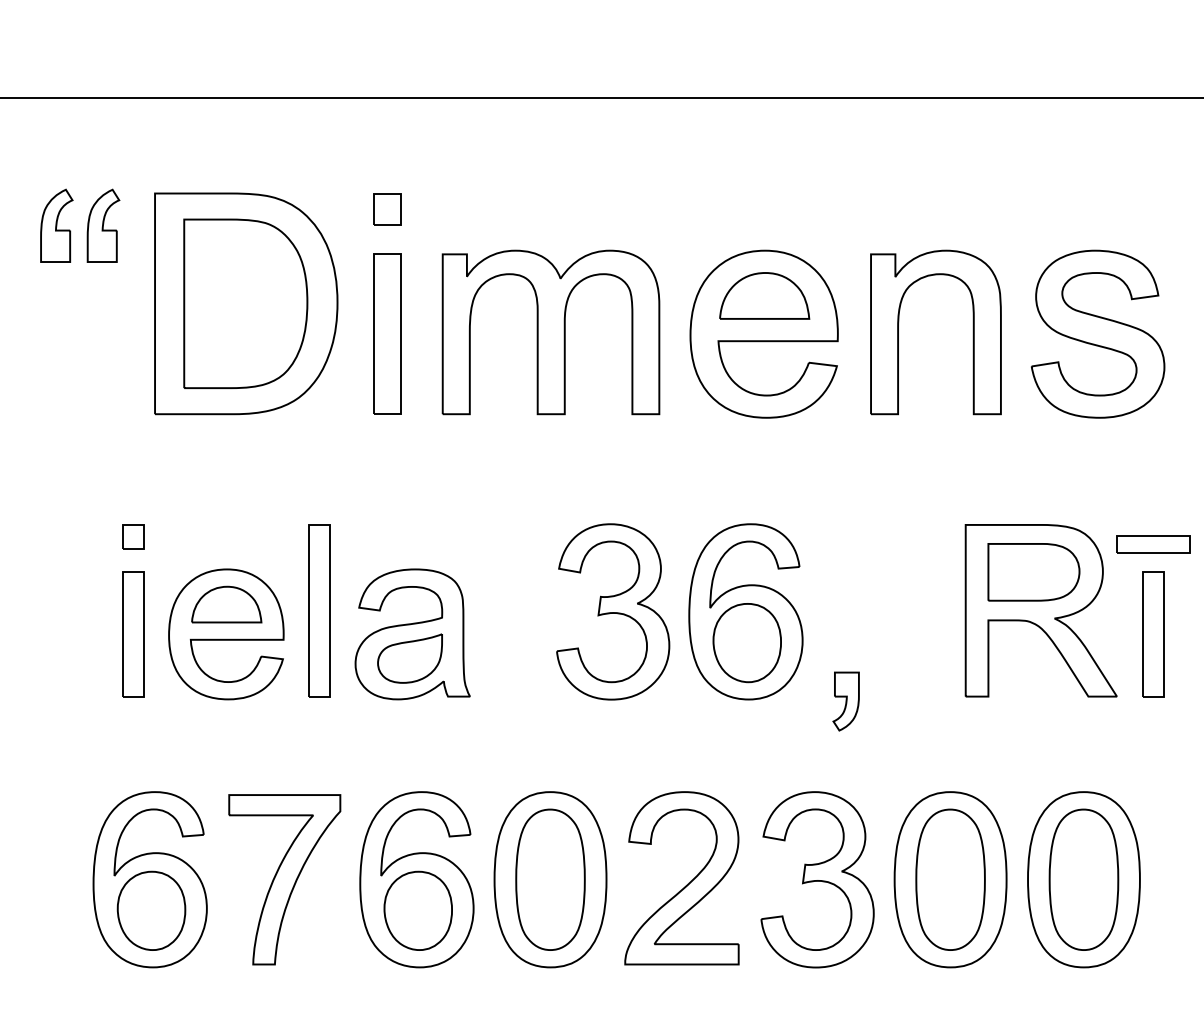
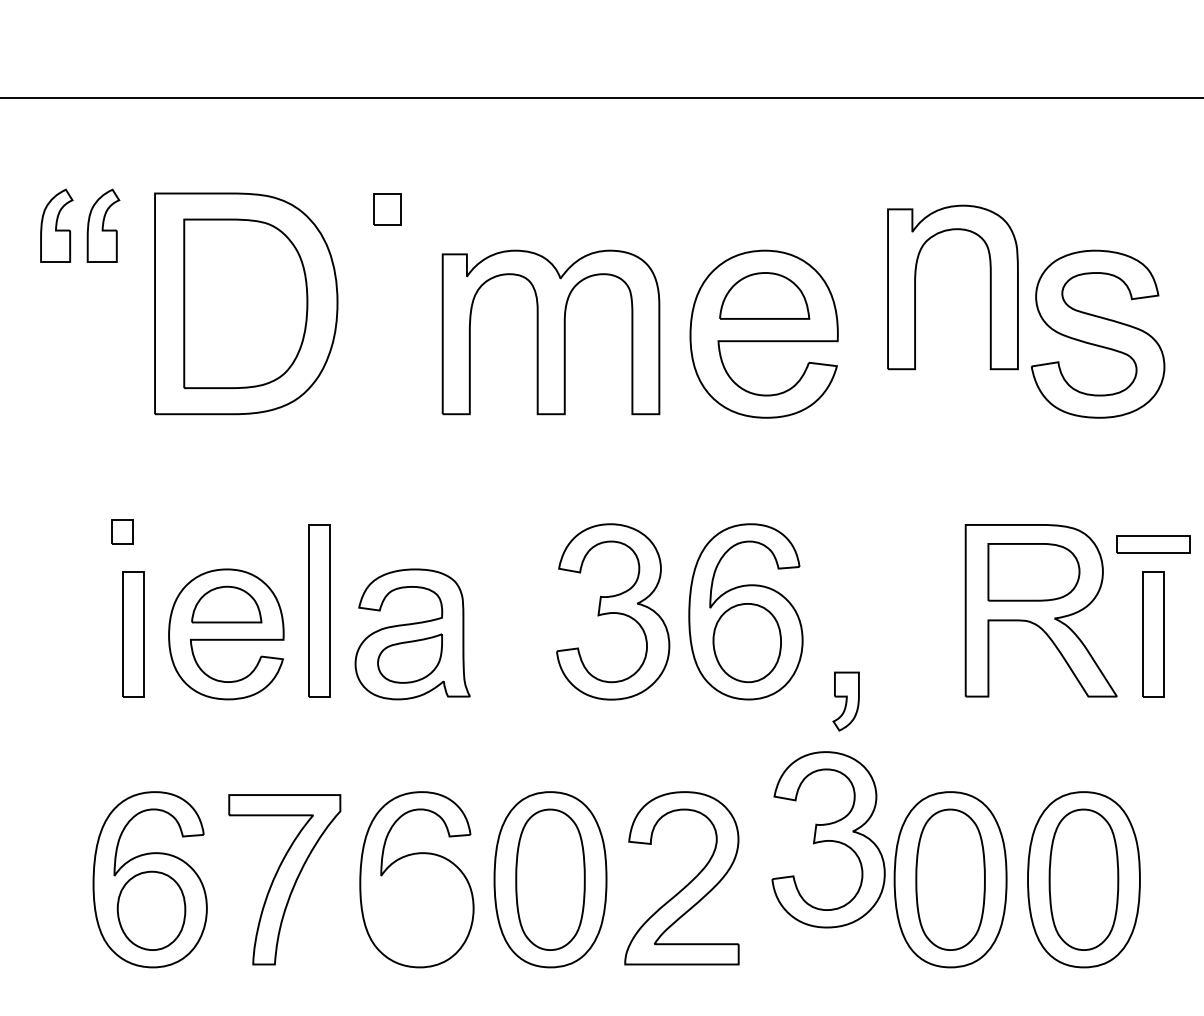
part at (898, 332) position: (898, 332) -> (915, 287)
part at (387, 333): present -> none
part at (133, 536) position: (133, 536) -> (122, 531)
part at (817, 879) position: (817, 879) -> (828, 839)
part at (417, 910): present -> none
